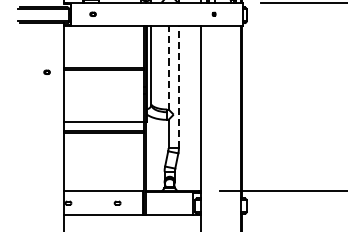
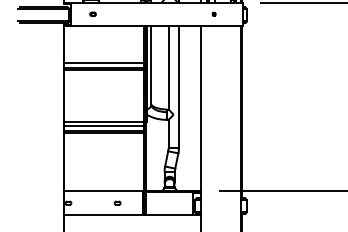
line at (103, 63): none -> present
line at (168, 67): dashed -> solid
part at (46, 71): present -> none
line at (178, 87): dashed -> solid
line at (103, 126): none -> present
